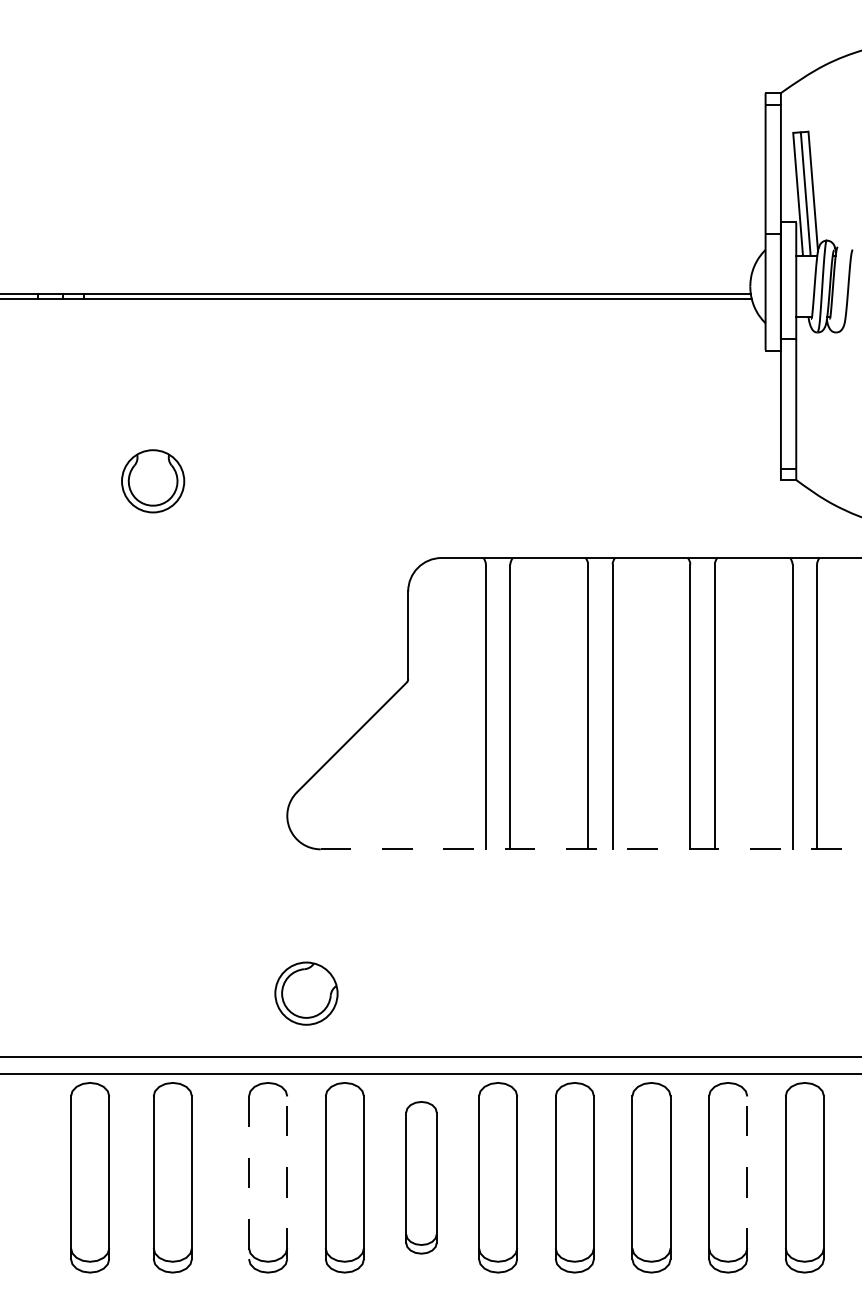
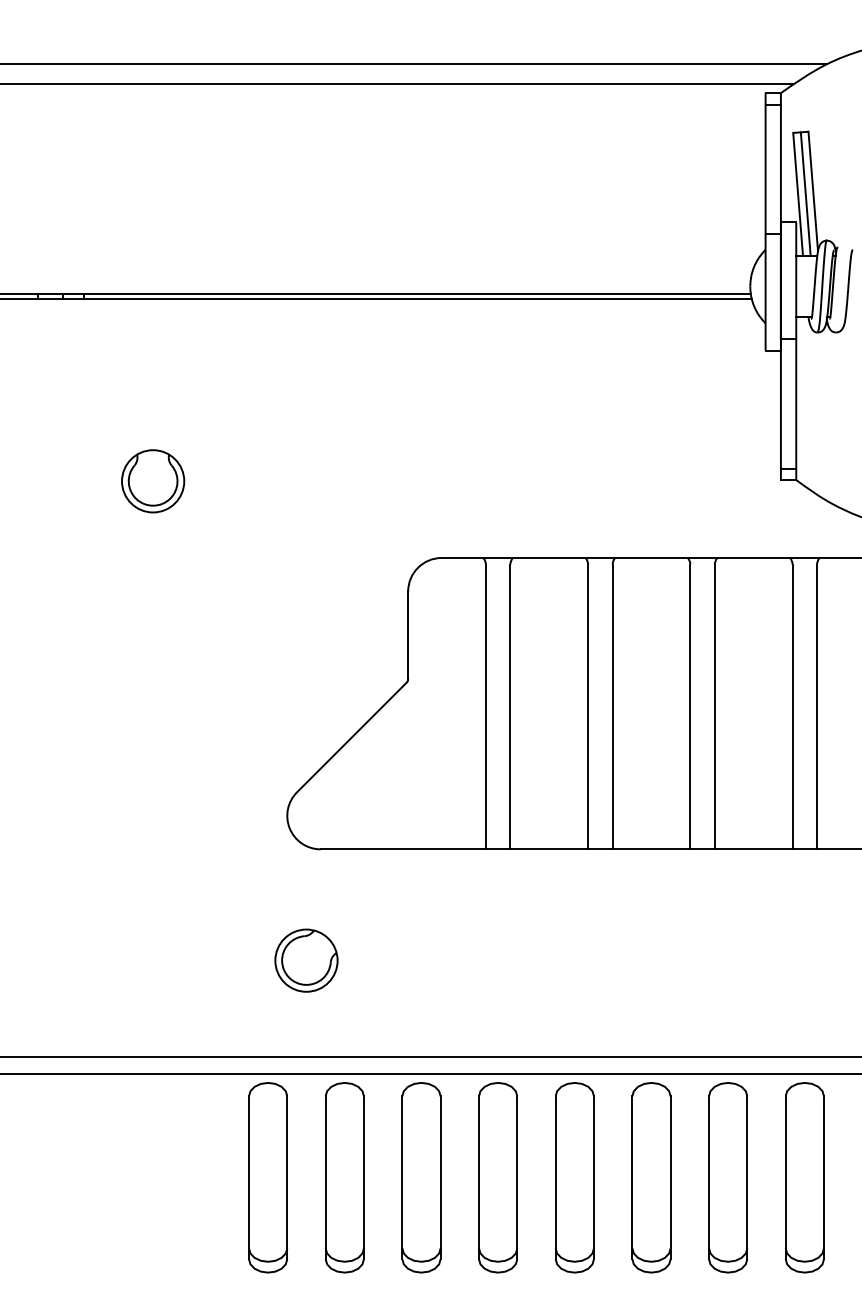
line at (414, 64): none -> present
line at (397, 84): none -> present
line at (591, 849): dashed -> solid
part at (306, 993) position: (306, 993) -> (306, 960)
part at (90, 1177): present -> none
part at (172, 1177): present -> none
line at (287, 1177): dashed -> solid
part at (421, 1177) size: 33x154 px -> 41x192 px
line at (747, 1177): dashed -> solid
line at (248, 1178): dashed -> solid
